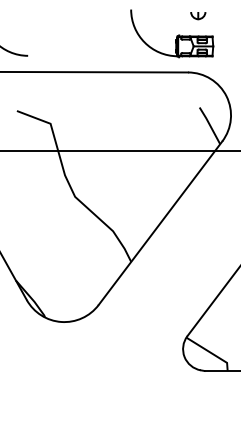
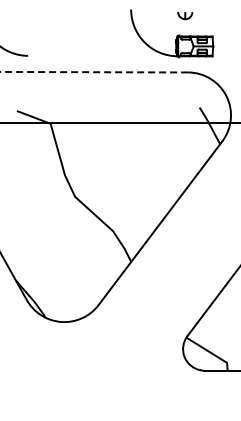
part at (198, 16) position: (198, 16) -> (185, 16)
line at (94, 72): solid -> dashed
line at (119, 151) position: (119, 151) -> (119, 123)
